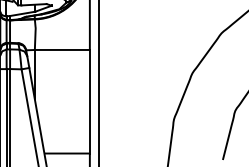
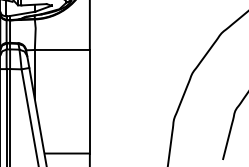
line at (99, 82): present -> none
